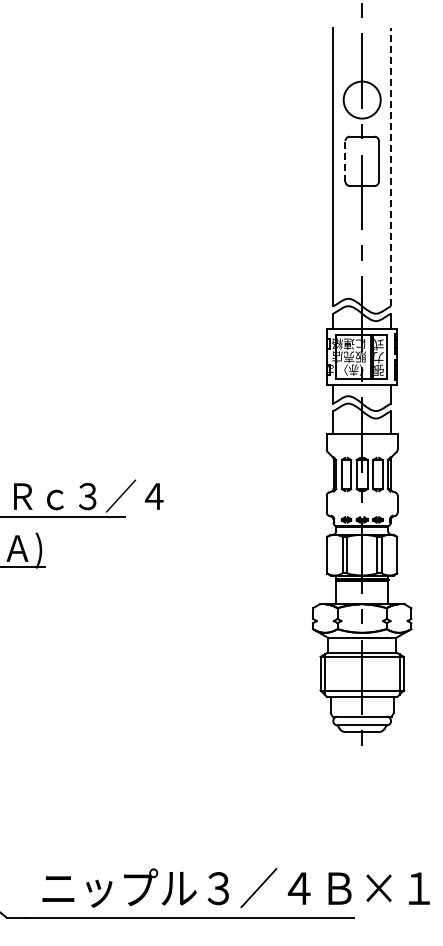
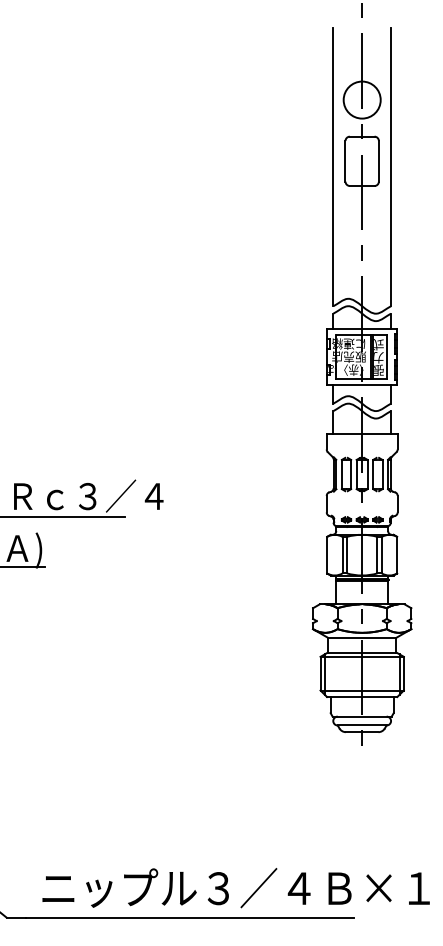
line at (345, 160): dashed -> solid
line at (391, 167): dashed -> solid
